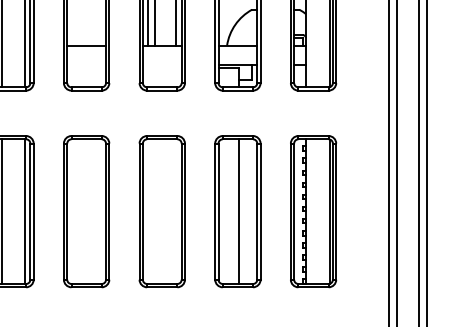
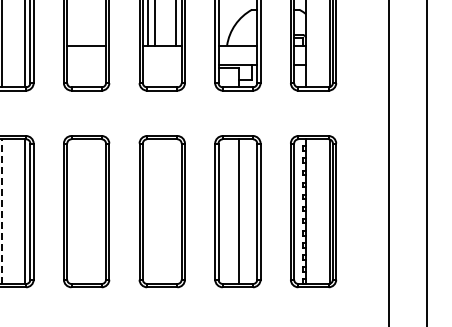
line at (396, 162): present -> none
line at (419, 162): present -> none
line at (1, 211): solid -> dashed
